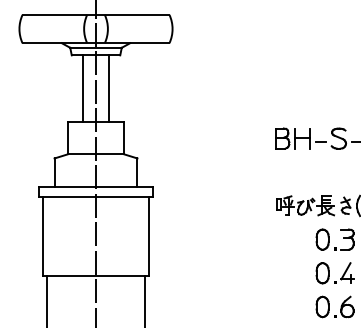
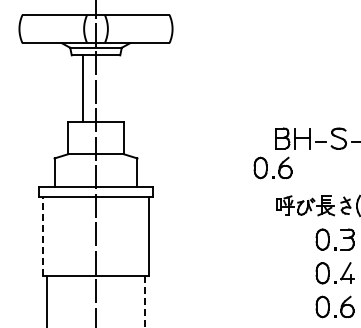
line at (109, 88): present -> none
part at (272, 167): none -> present
line at (43, 235): solid -> dashed
line at (145, 301): solid -> dashed
